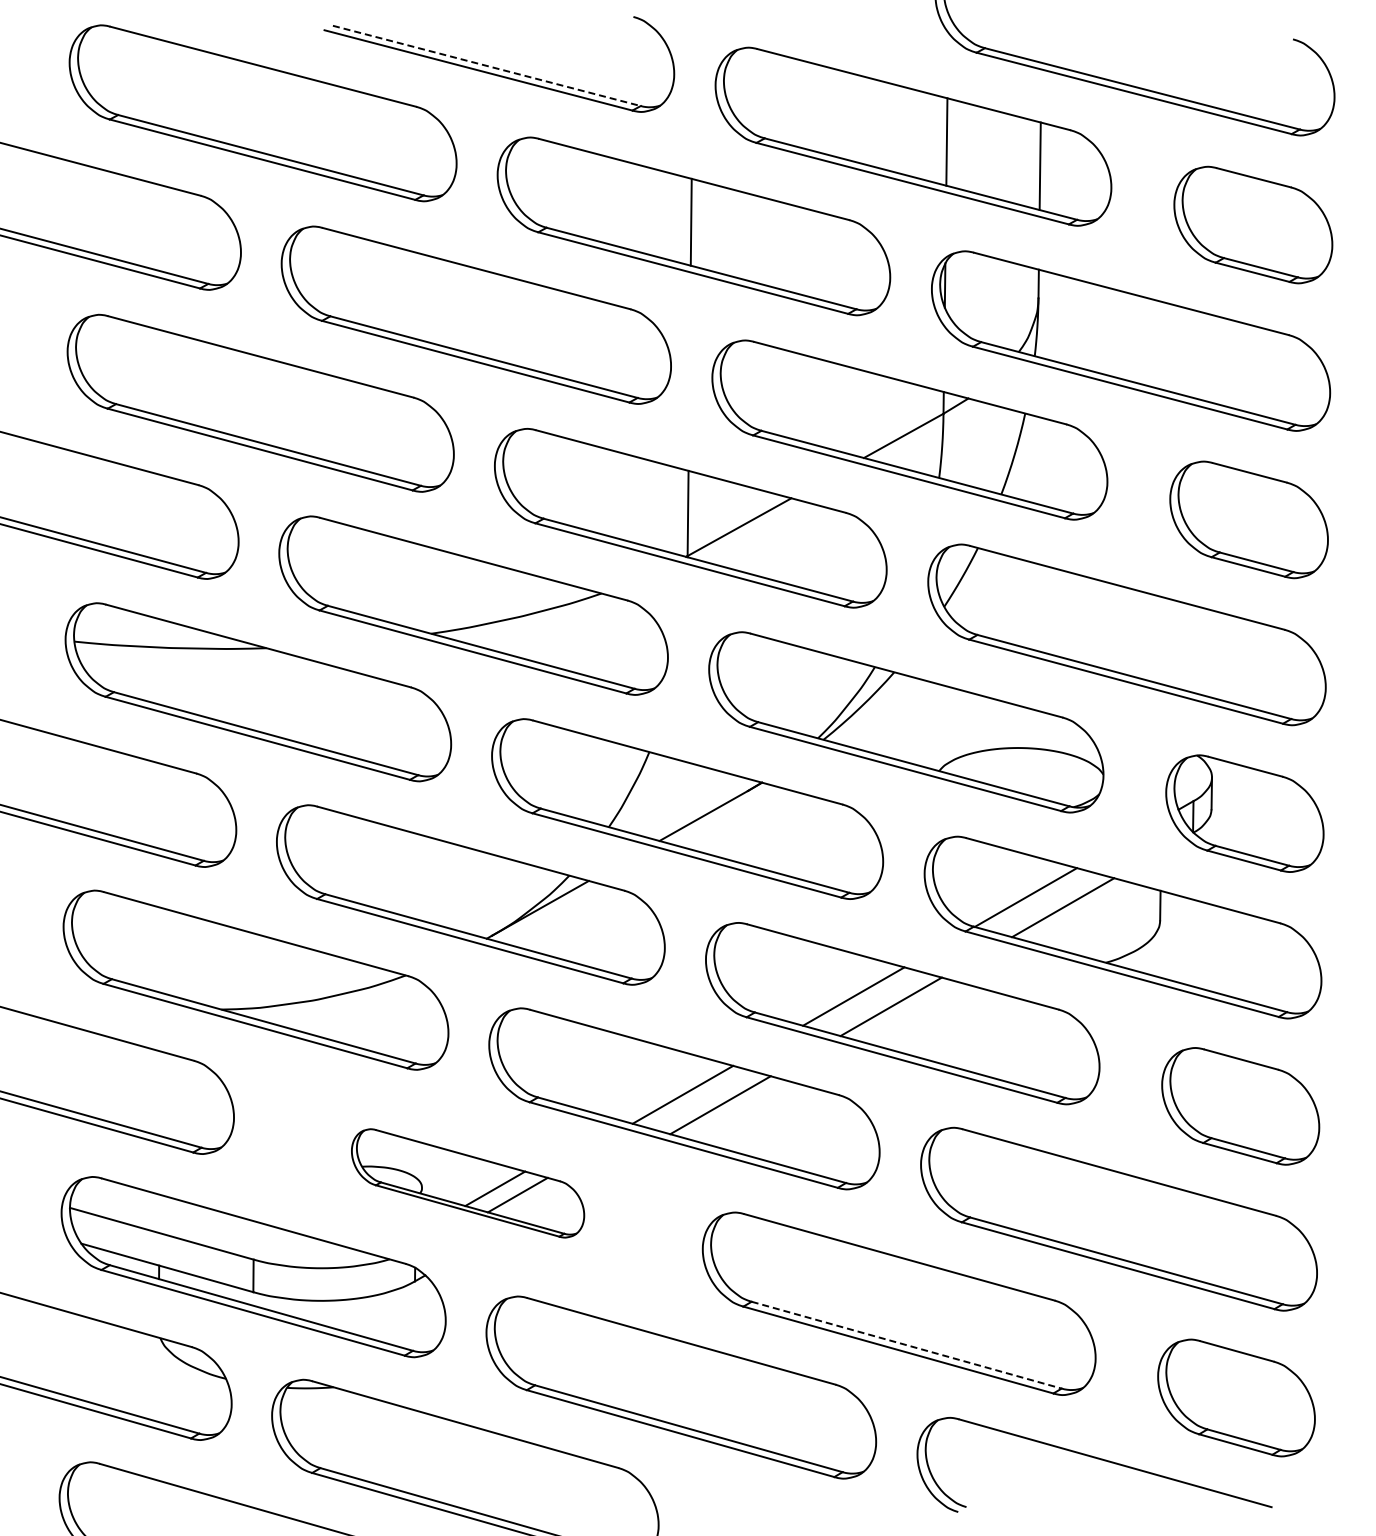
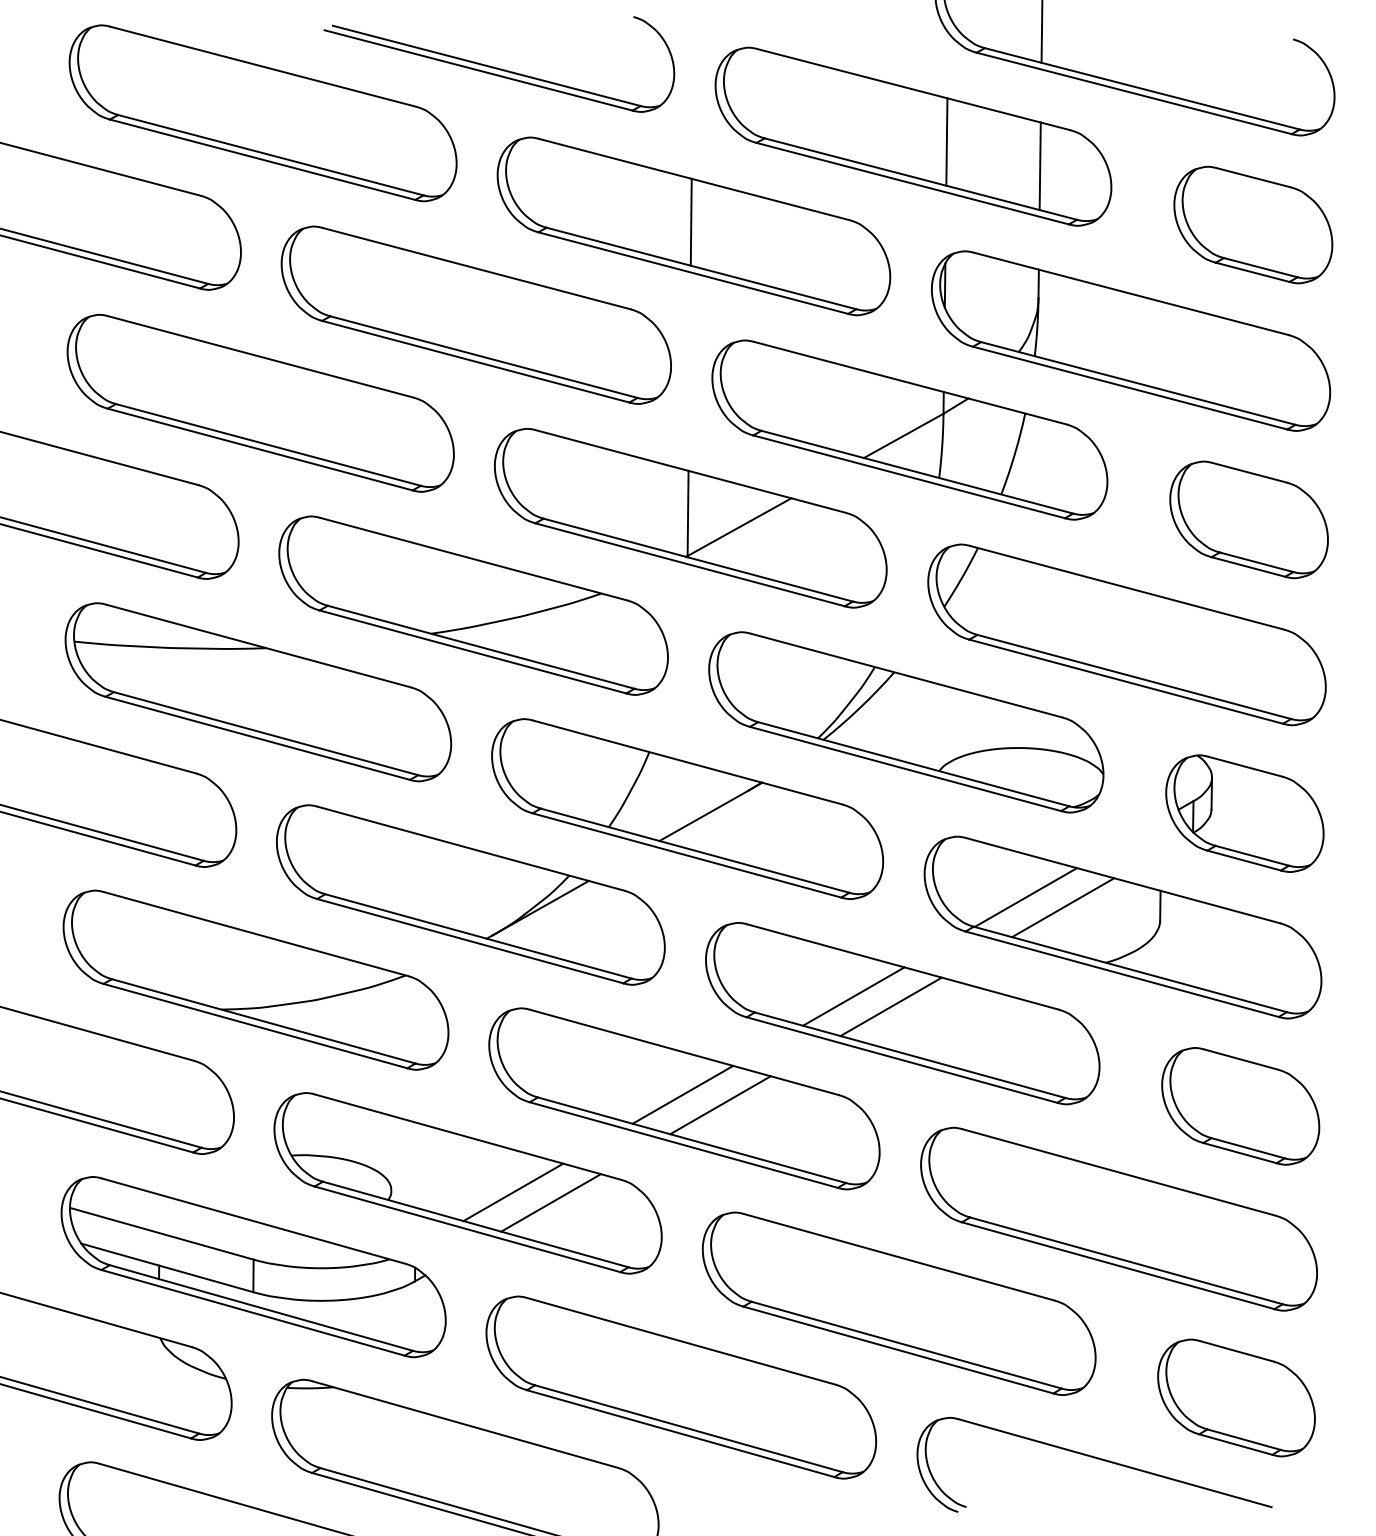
line at (1041, 32): none -> present
line at (487, 66): dashed -> solid
part at (468, 1183) size: 235x111 px -> 390x183 px
line at (906, 1345): dashed -> solid
